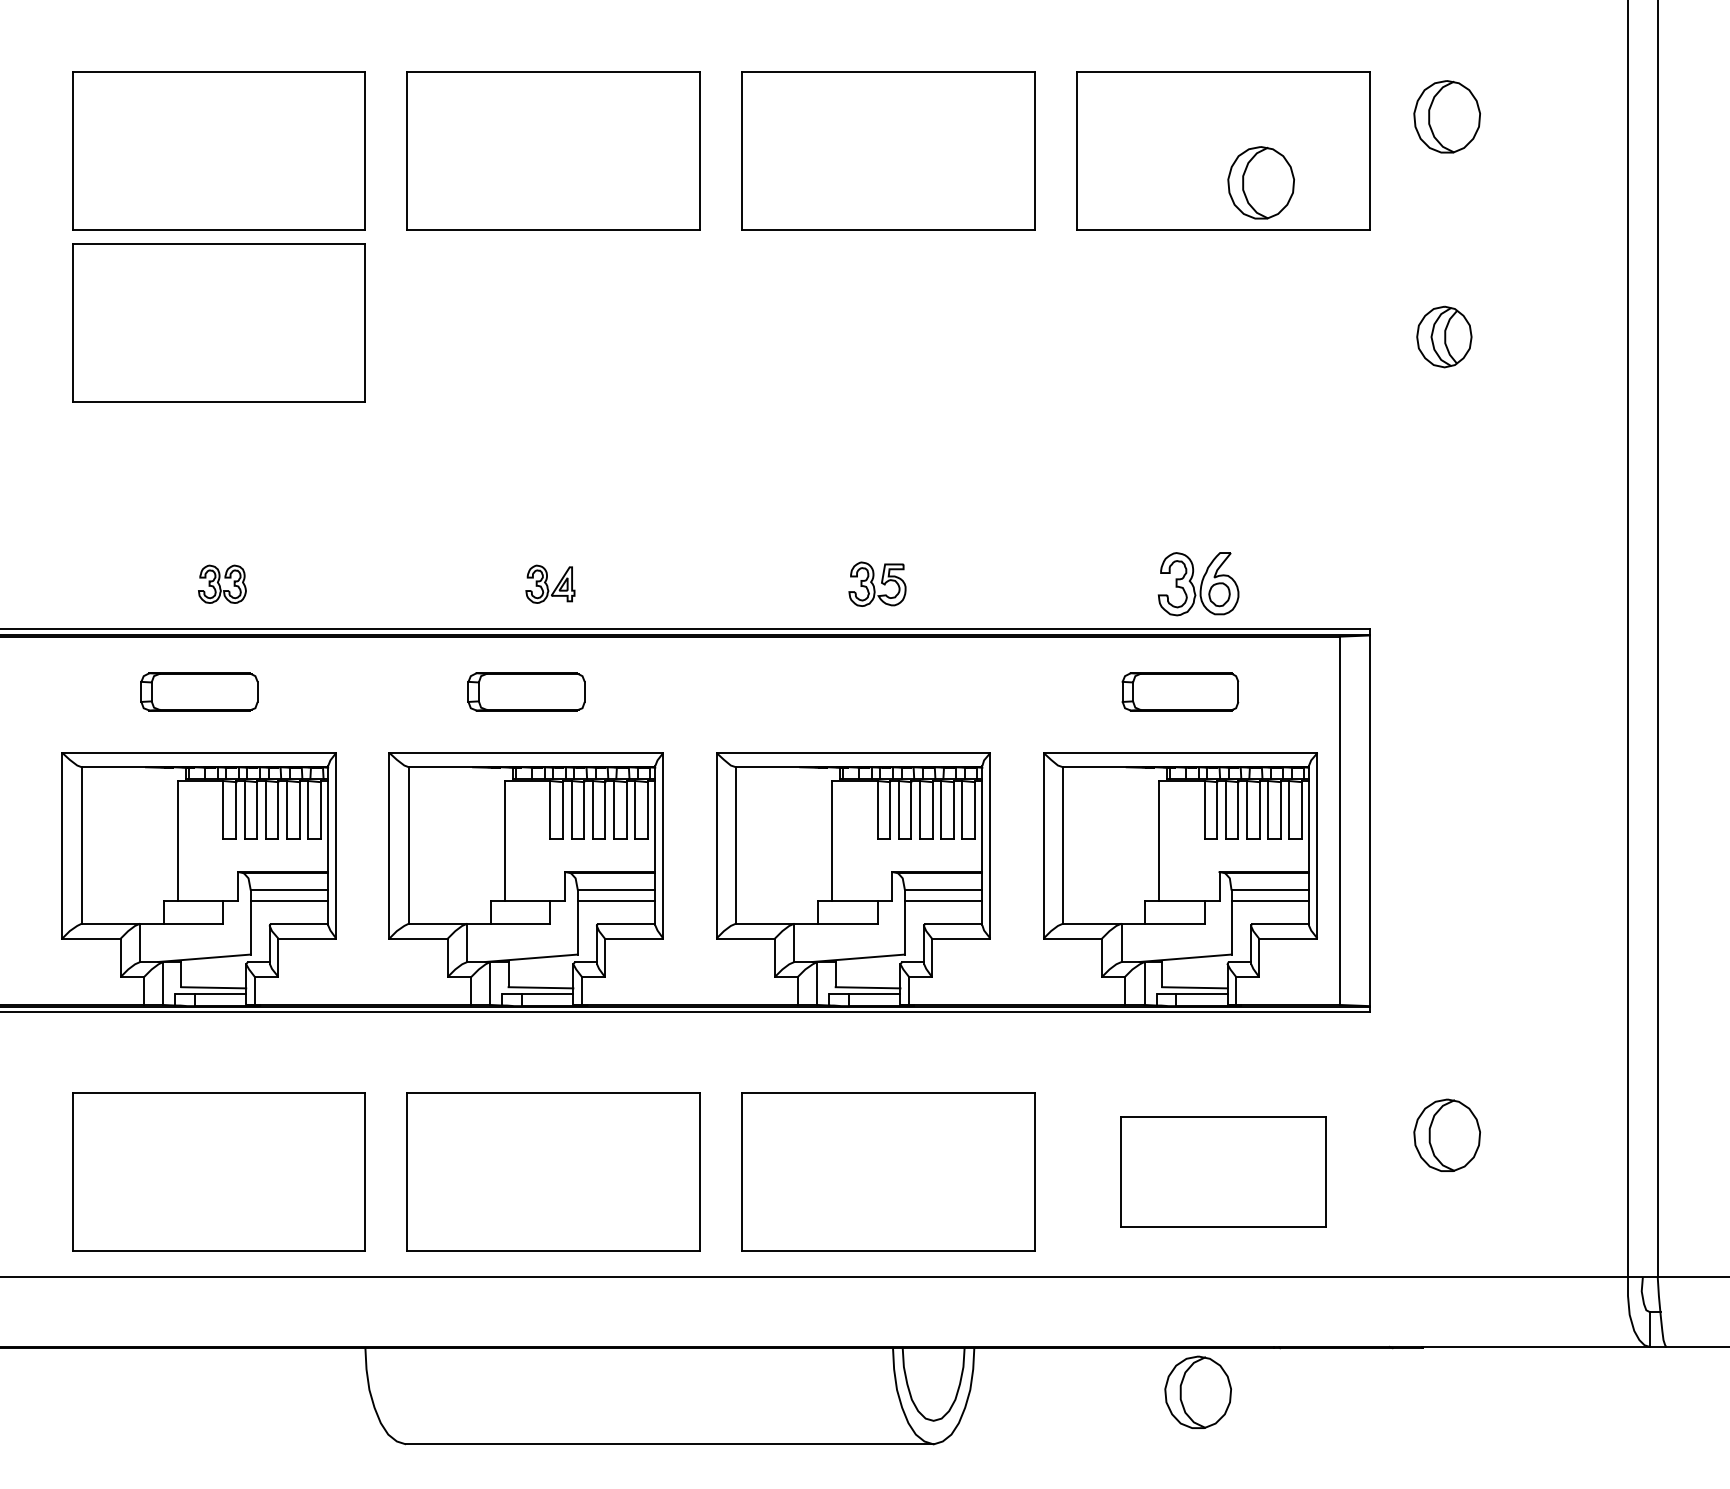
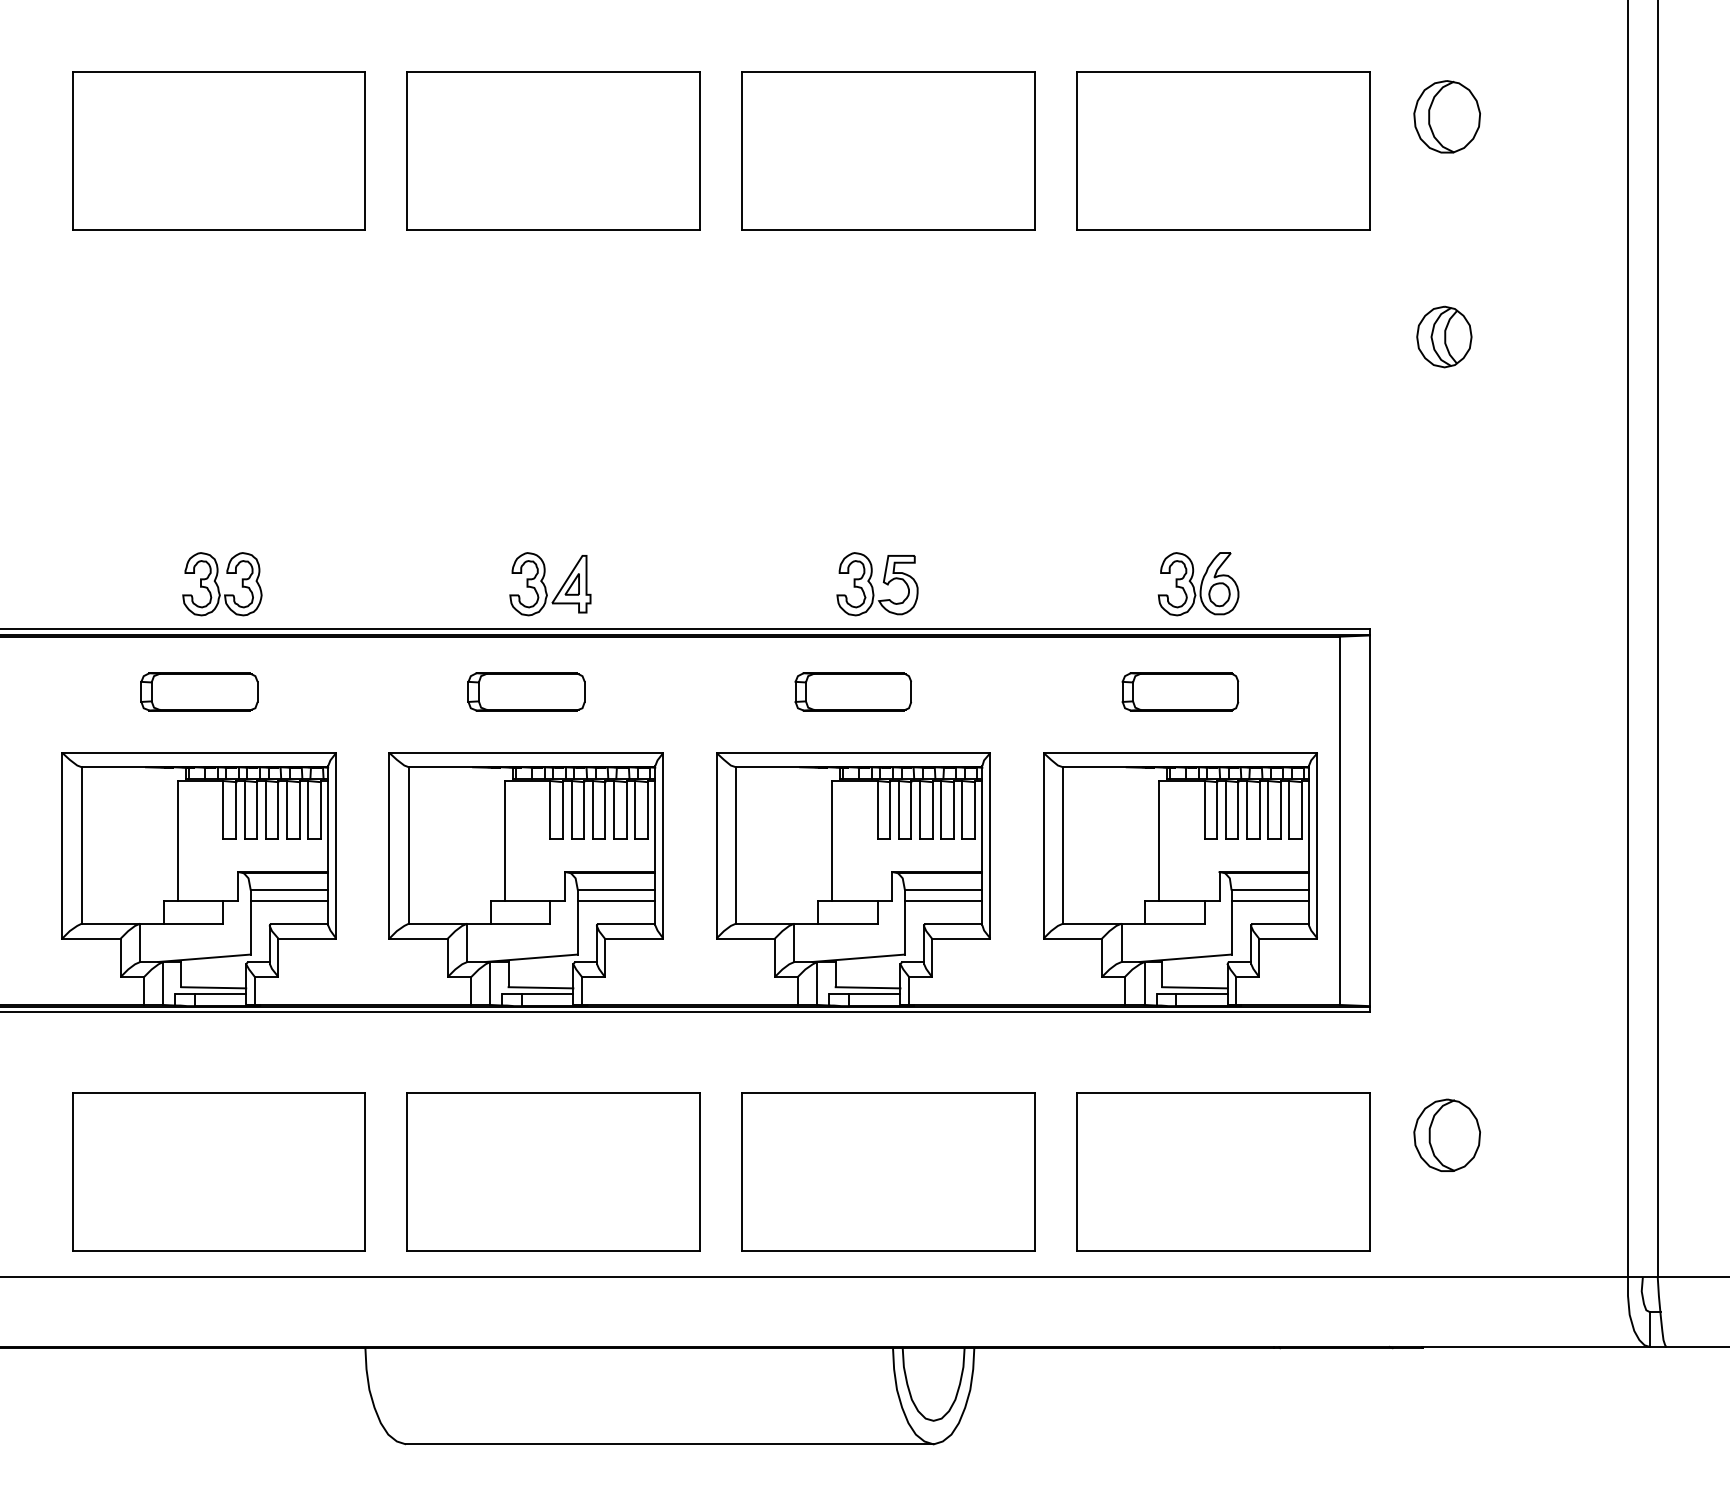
part at (1260, 182): present -> none
part at (218, 322): present -> none
part at (222, 583) size: 49x40 px -> 81x65 px
part at (550, 583) size: 51x40 px -> 83x65 px
part at (877, 583) size: 59x46 px -> 83x65 px
part at (852, 691): none -> present
part at (1223, 1171) size: 207x112 px -> 295x160 px
part at (1197, 1391): present -> none
